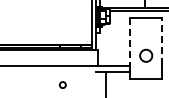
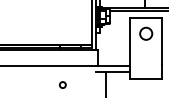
line at (130, 41): dashed -> solid
line at (162, 41): dashed -> solid
circle at (146, 55) position: (146, 55) -> (146, 33)
